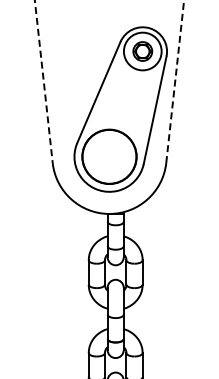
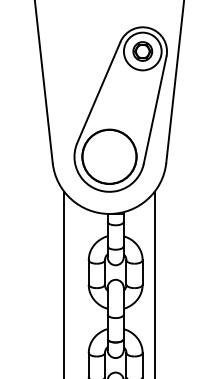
line at (43, 81): dashed -> solid
line at (175, 81): dashed -> solid
line at (64, 283): none -> present
line at (154, 283): none -> present
